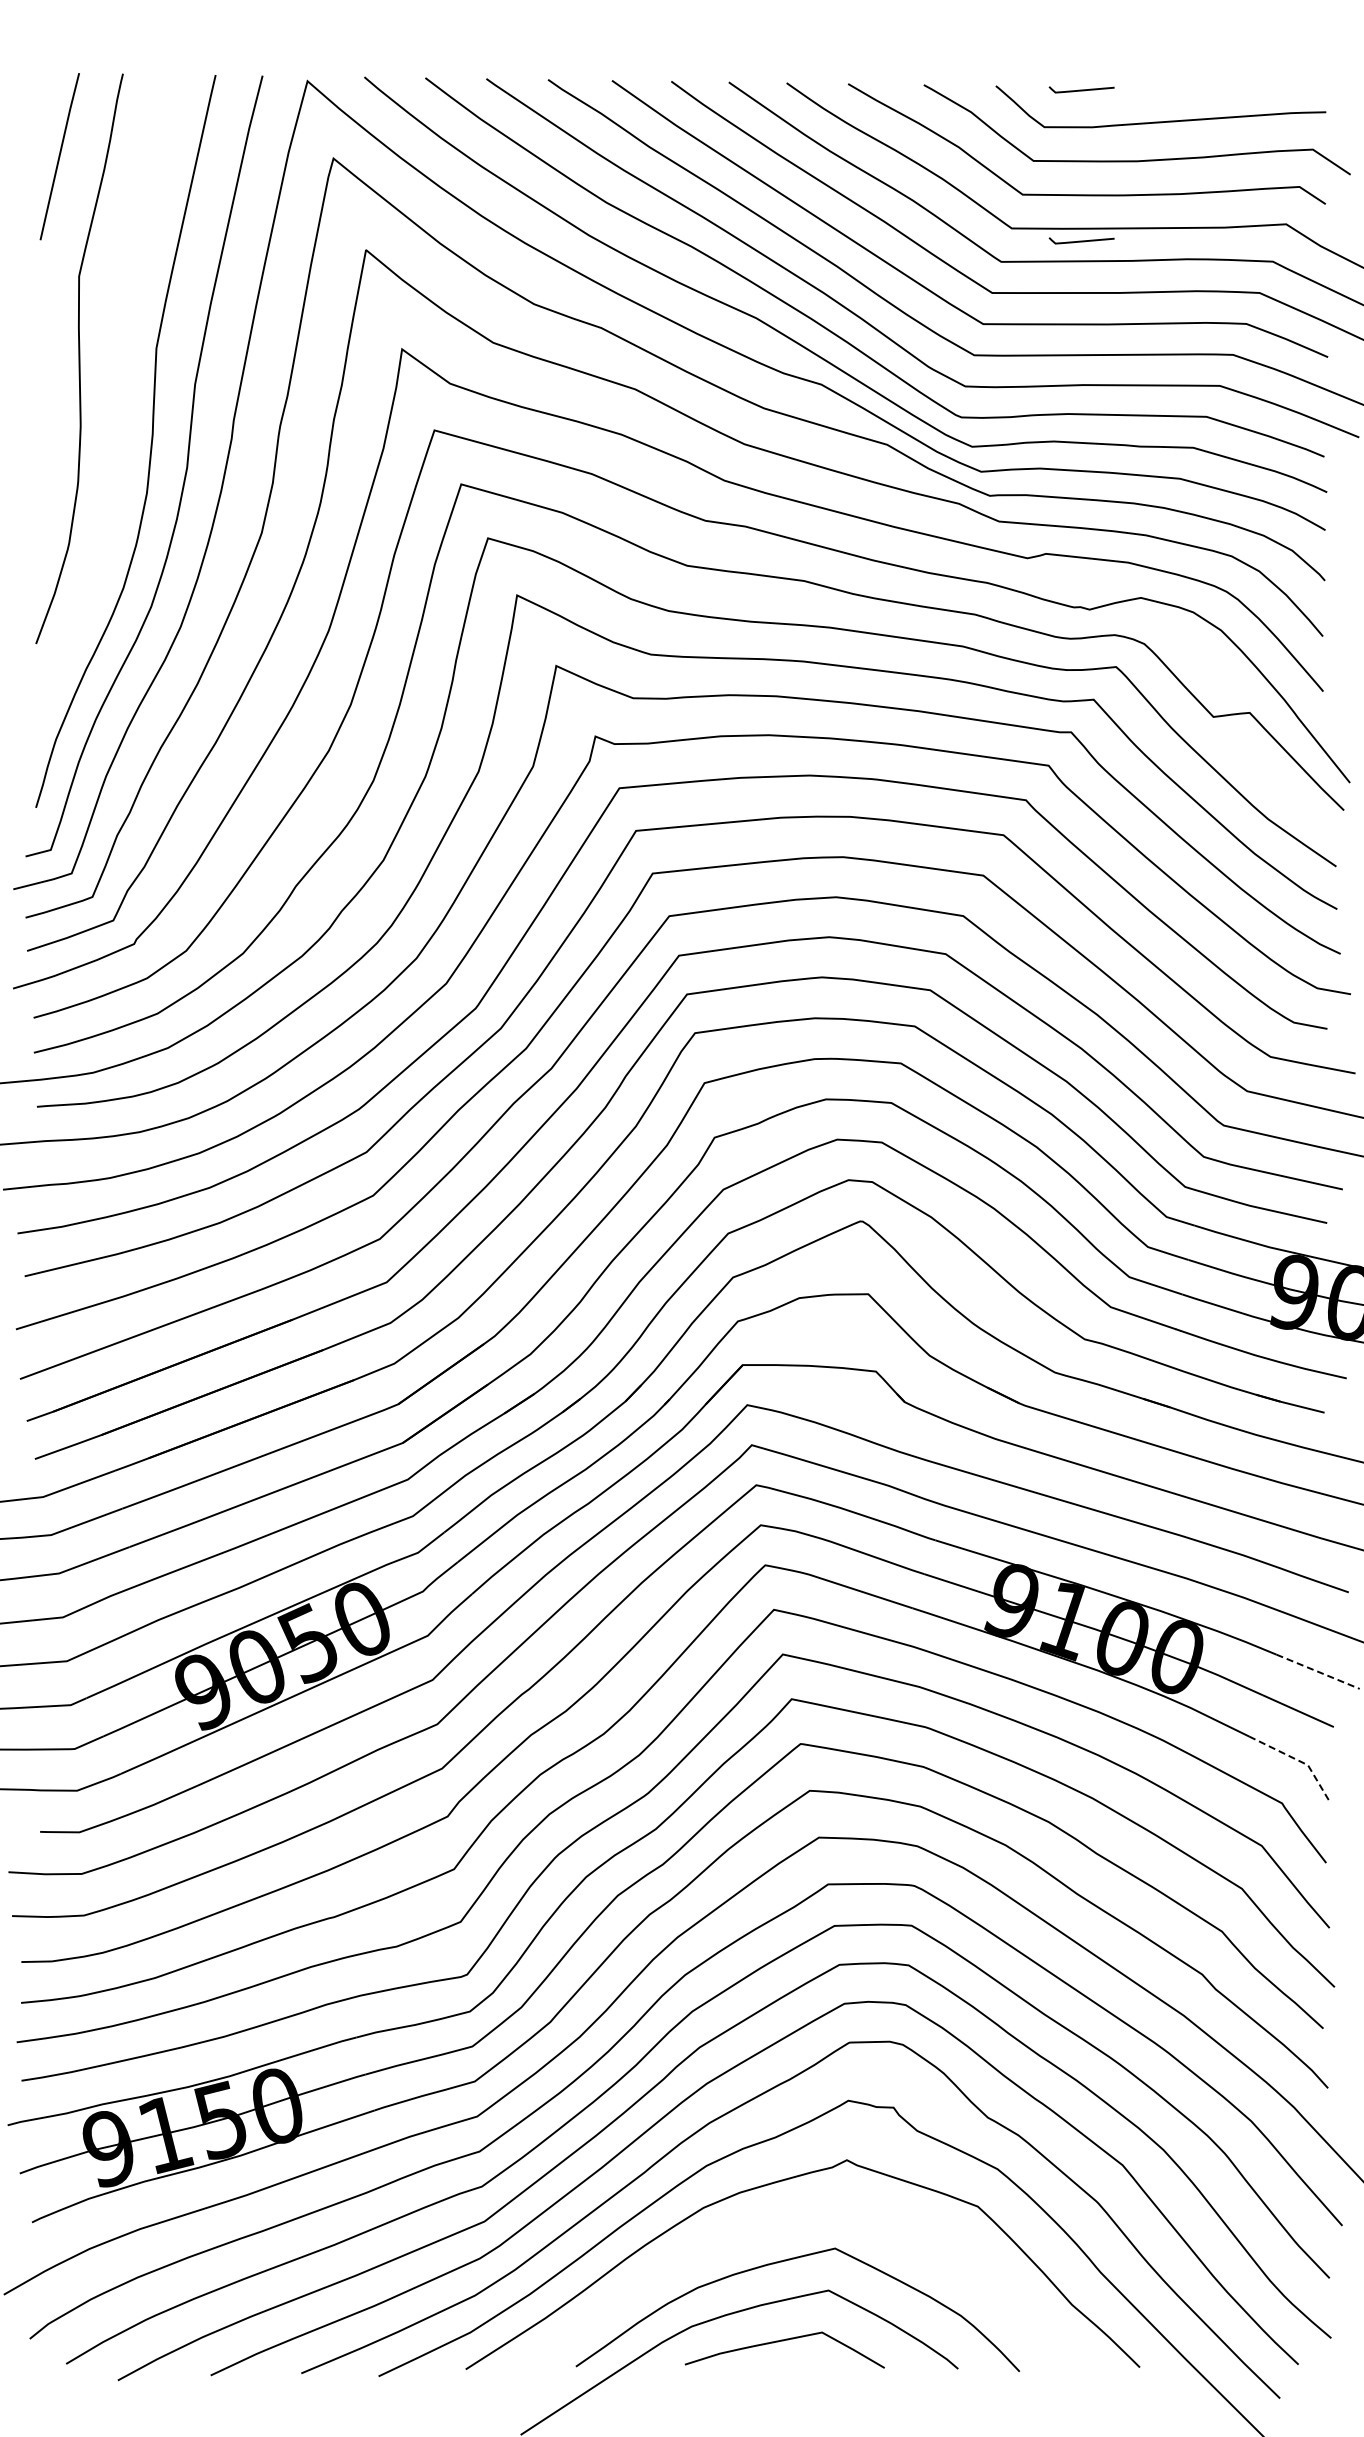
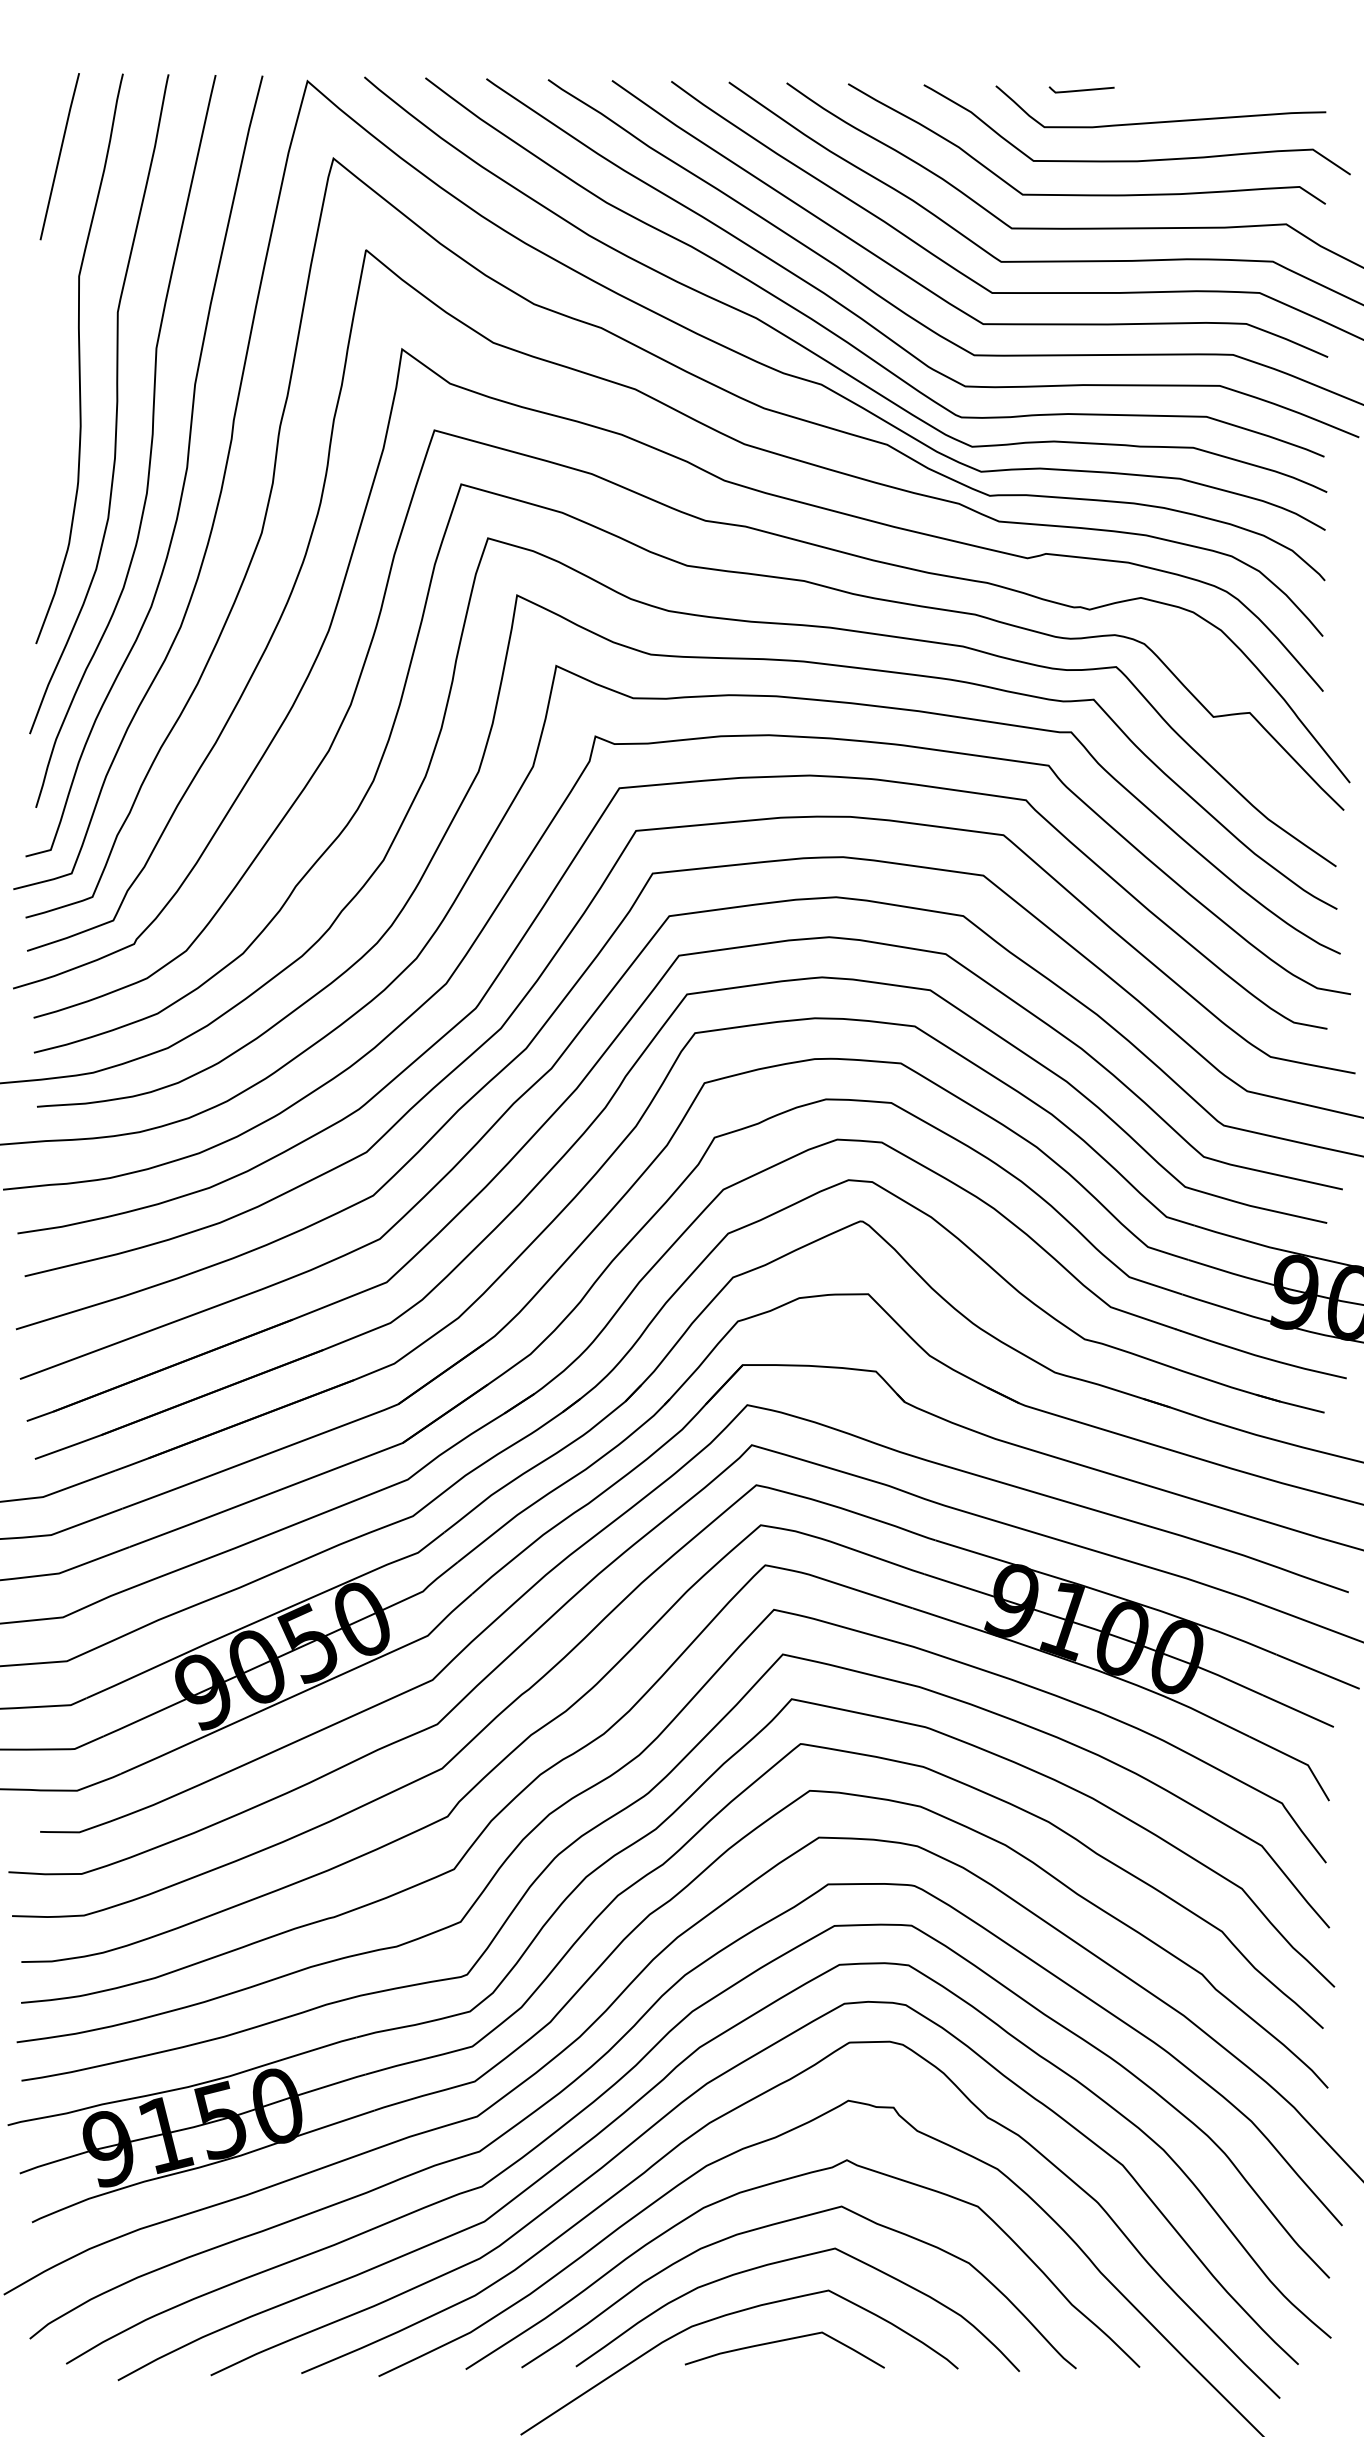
line at (1081, 240): present -> none
curve at (116, 404): none -> present
line at (1318, 1671): dashed -> solid
line at (1298, 1760): dashed -> solid
curve at (781, 2223): none -> present
